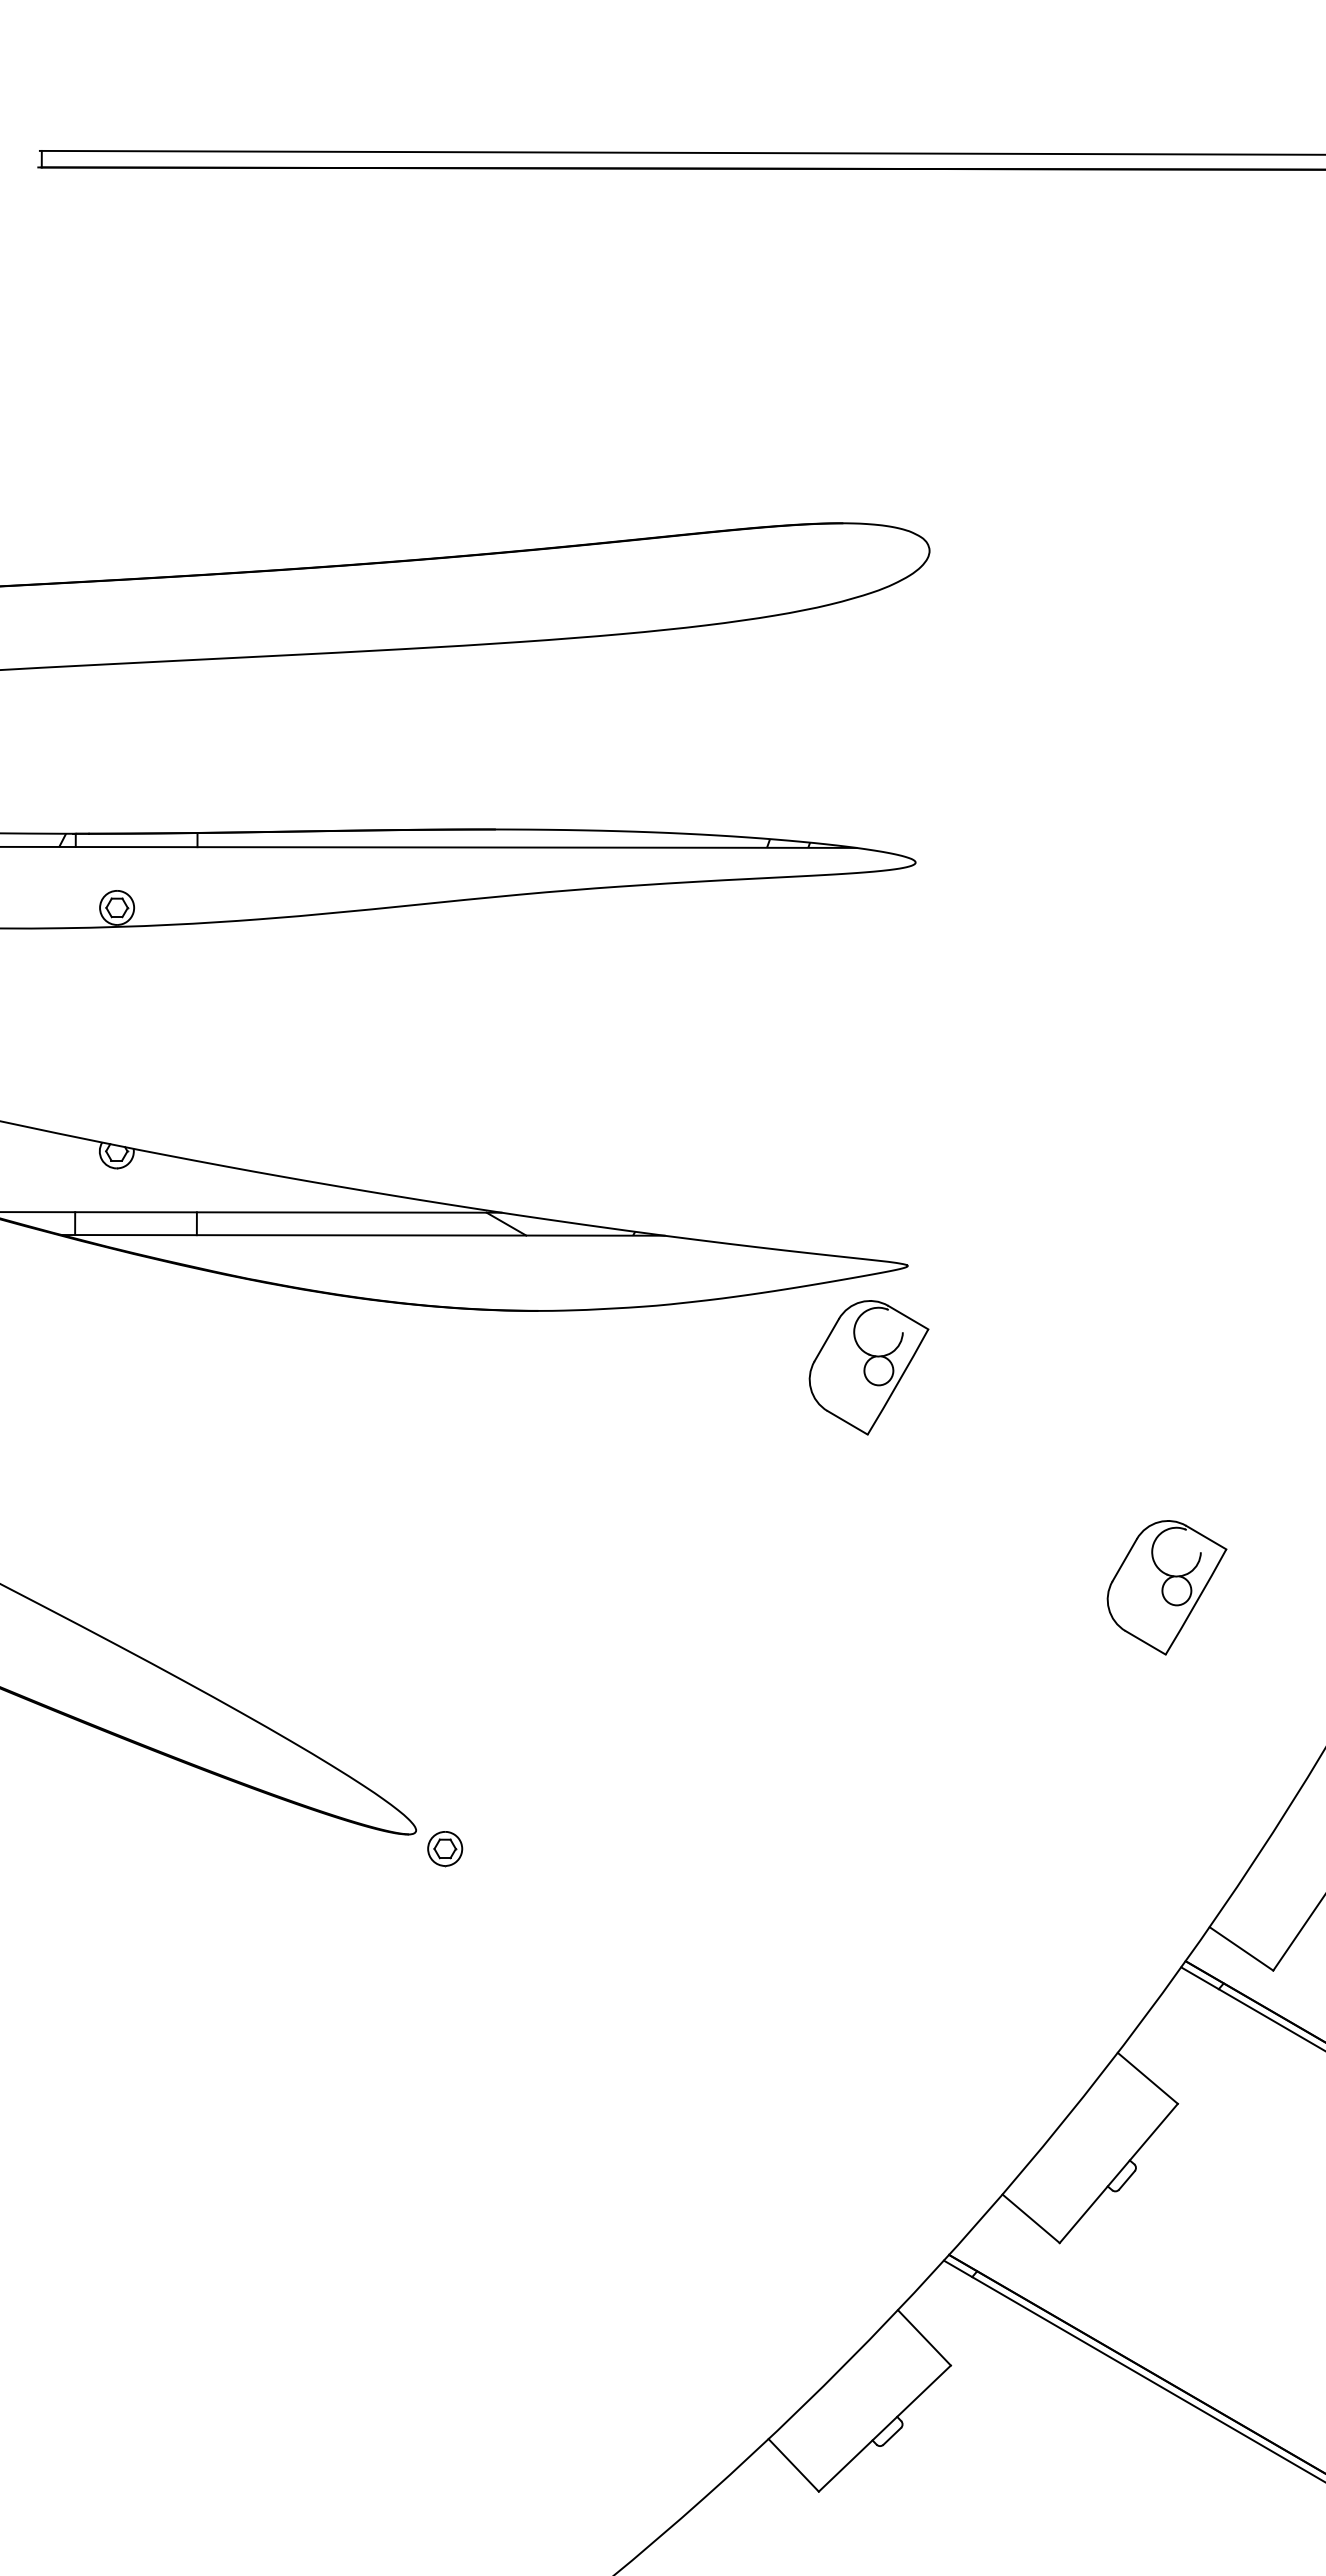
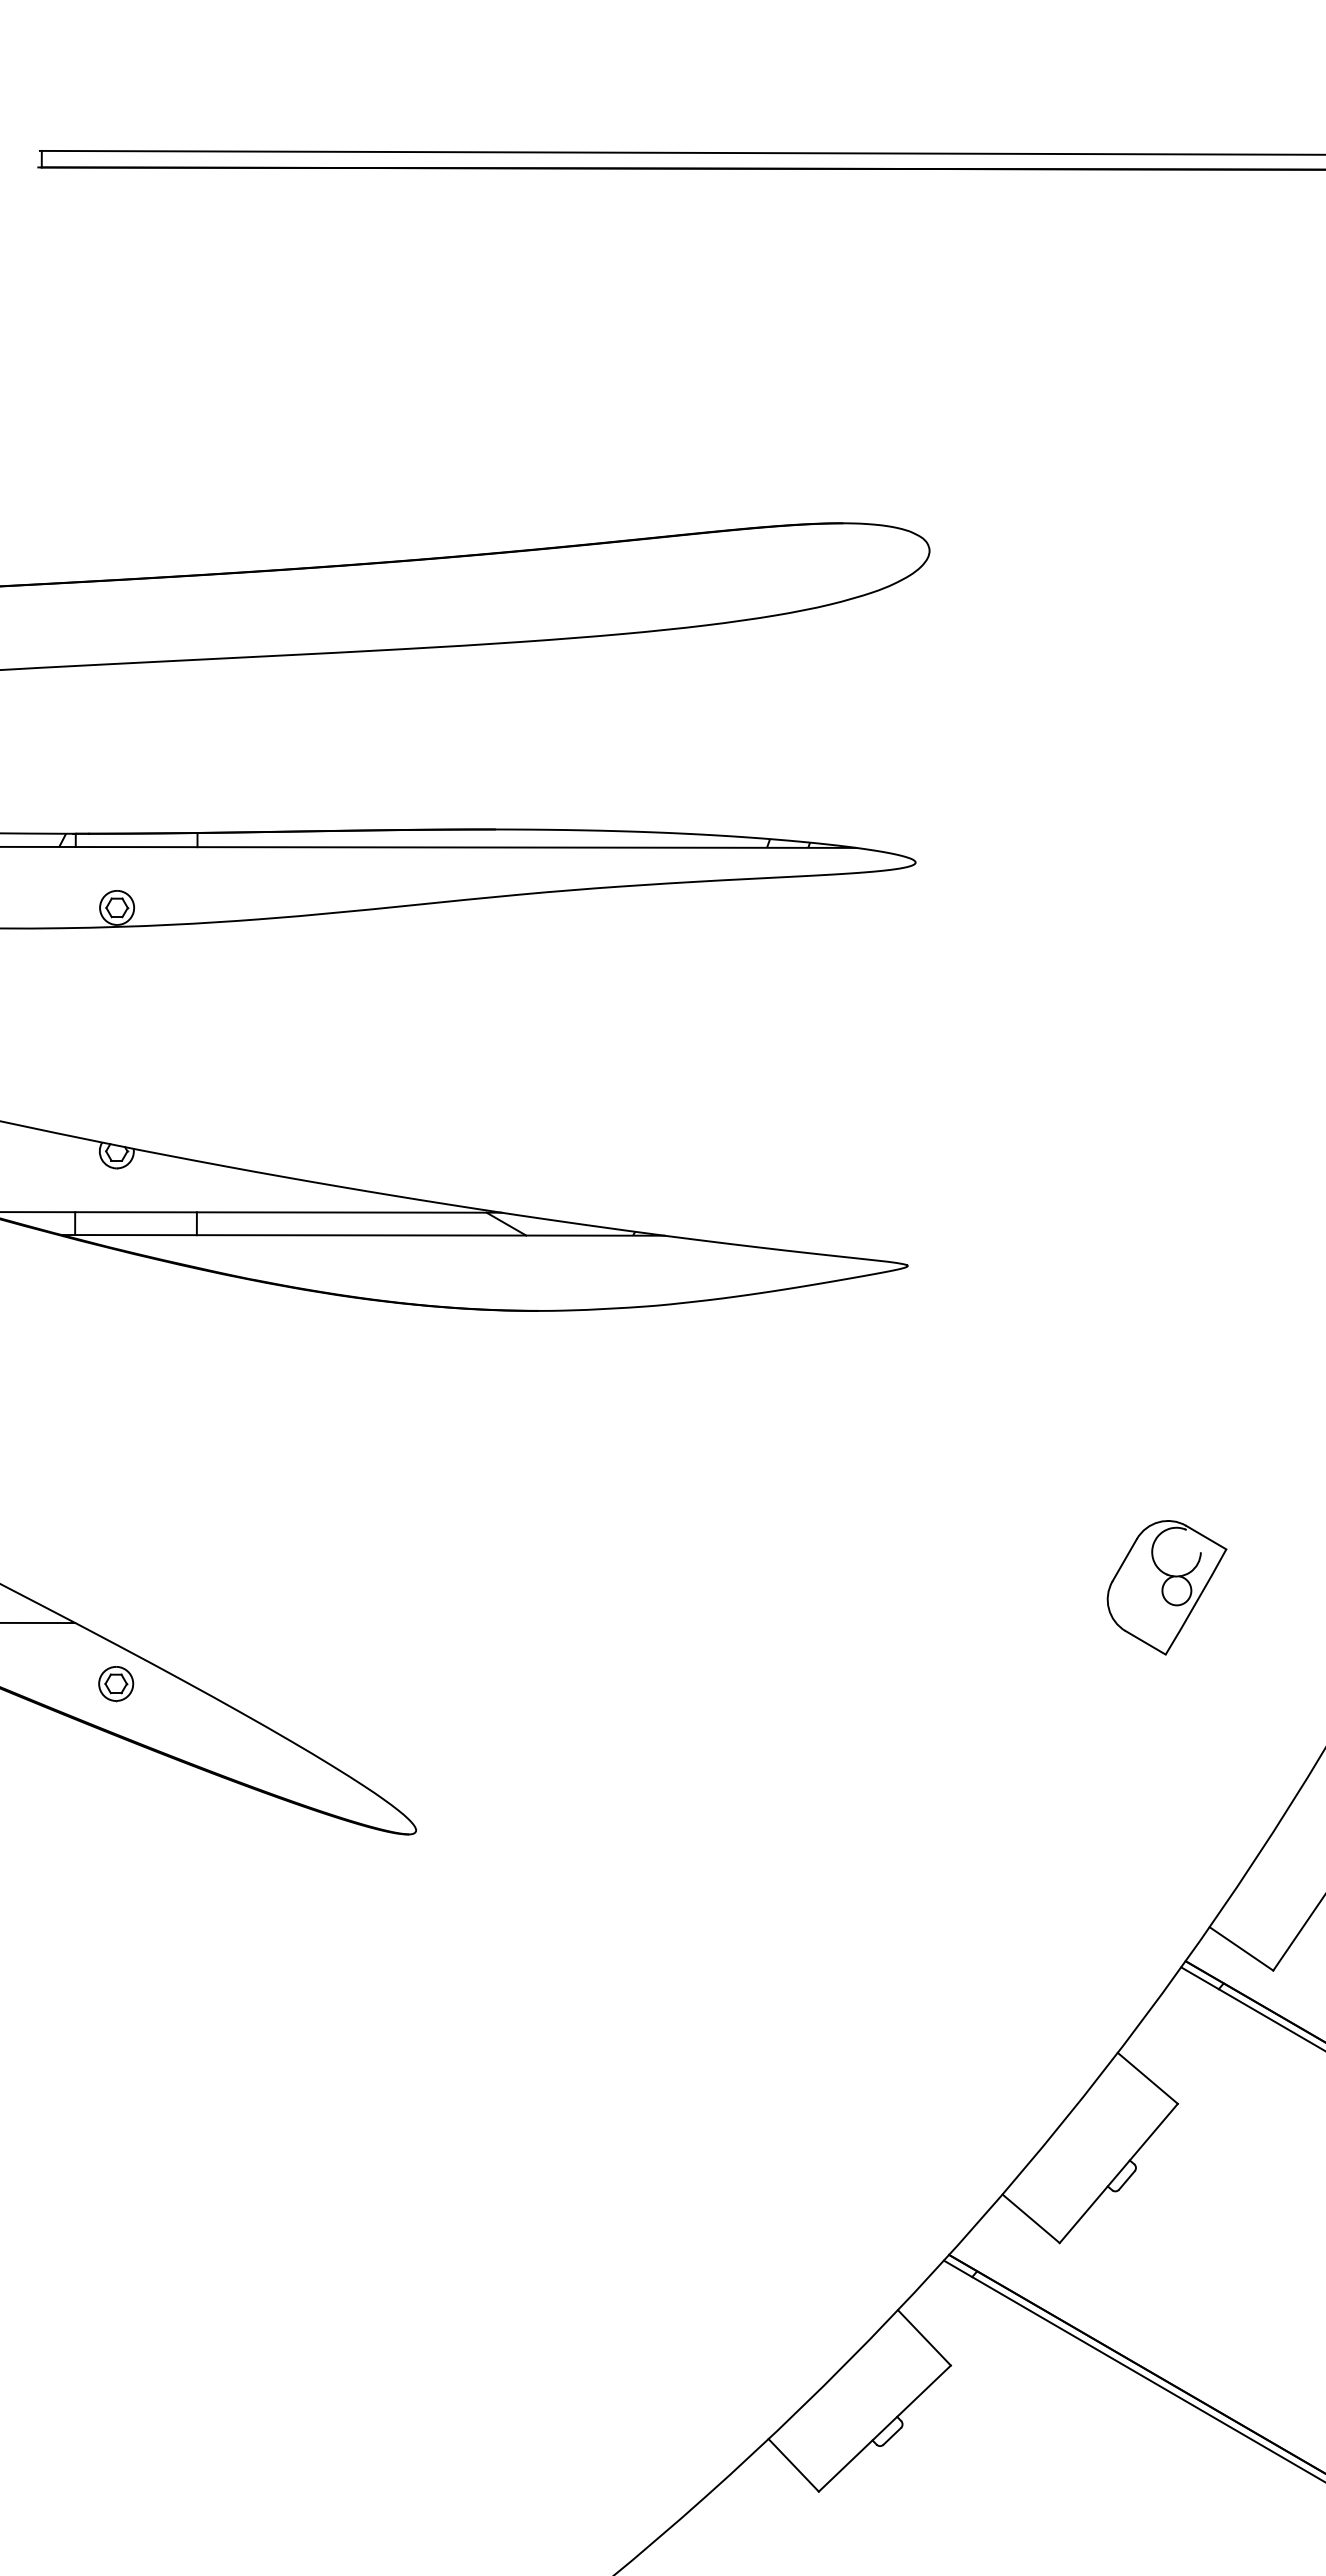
part at (868, 1367): present -> none
line at (38, 1622): none -> present
part at (445, 1849) position: (445, 1849) -> (116, 1684)
